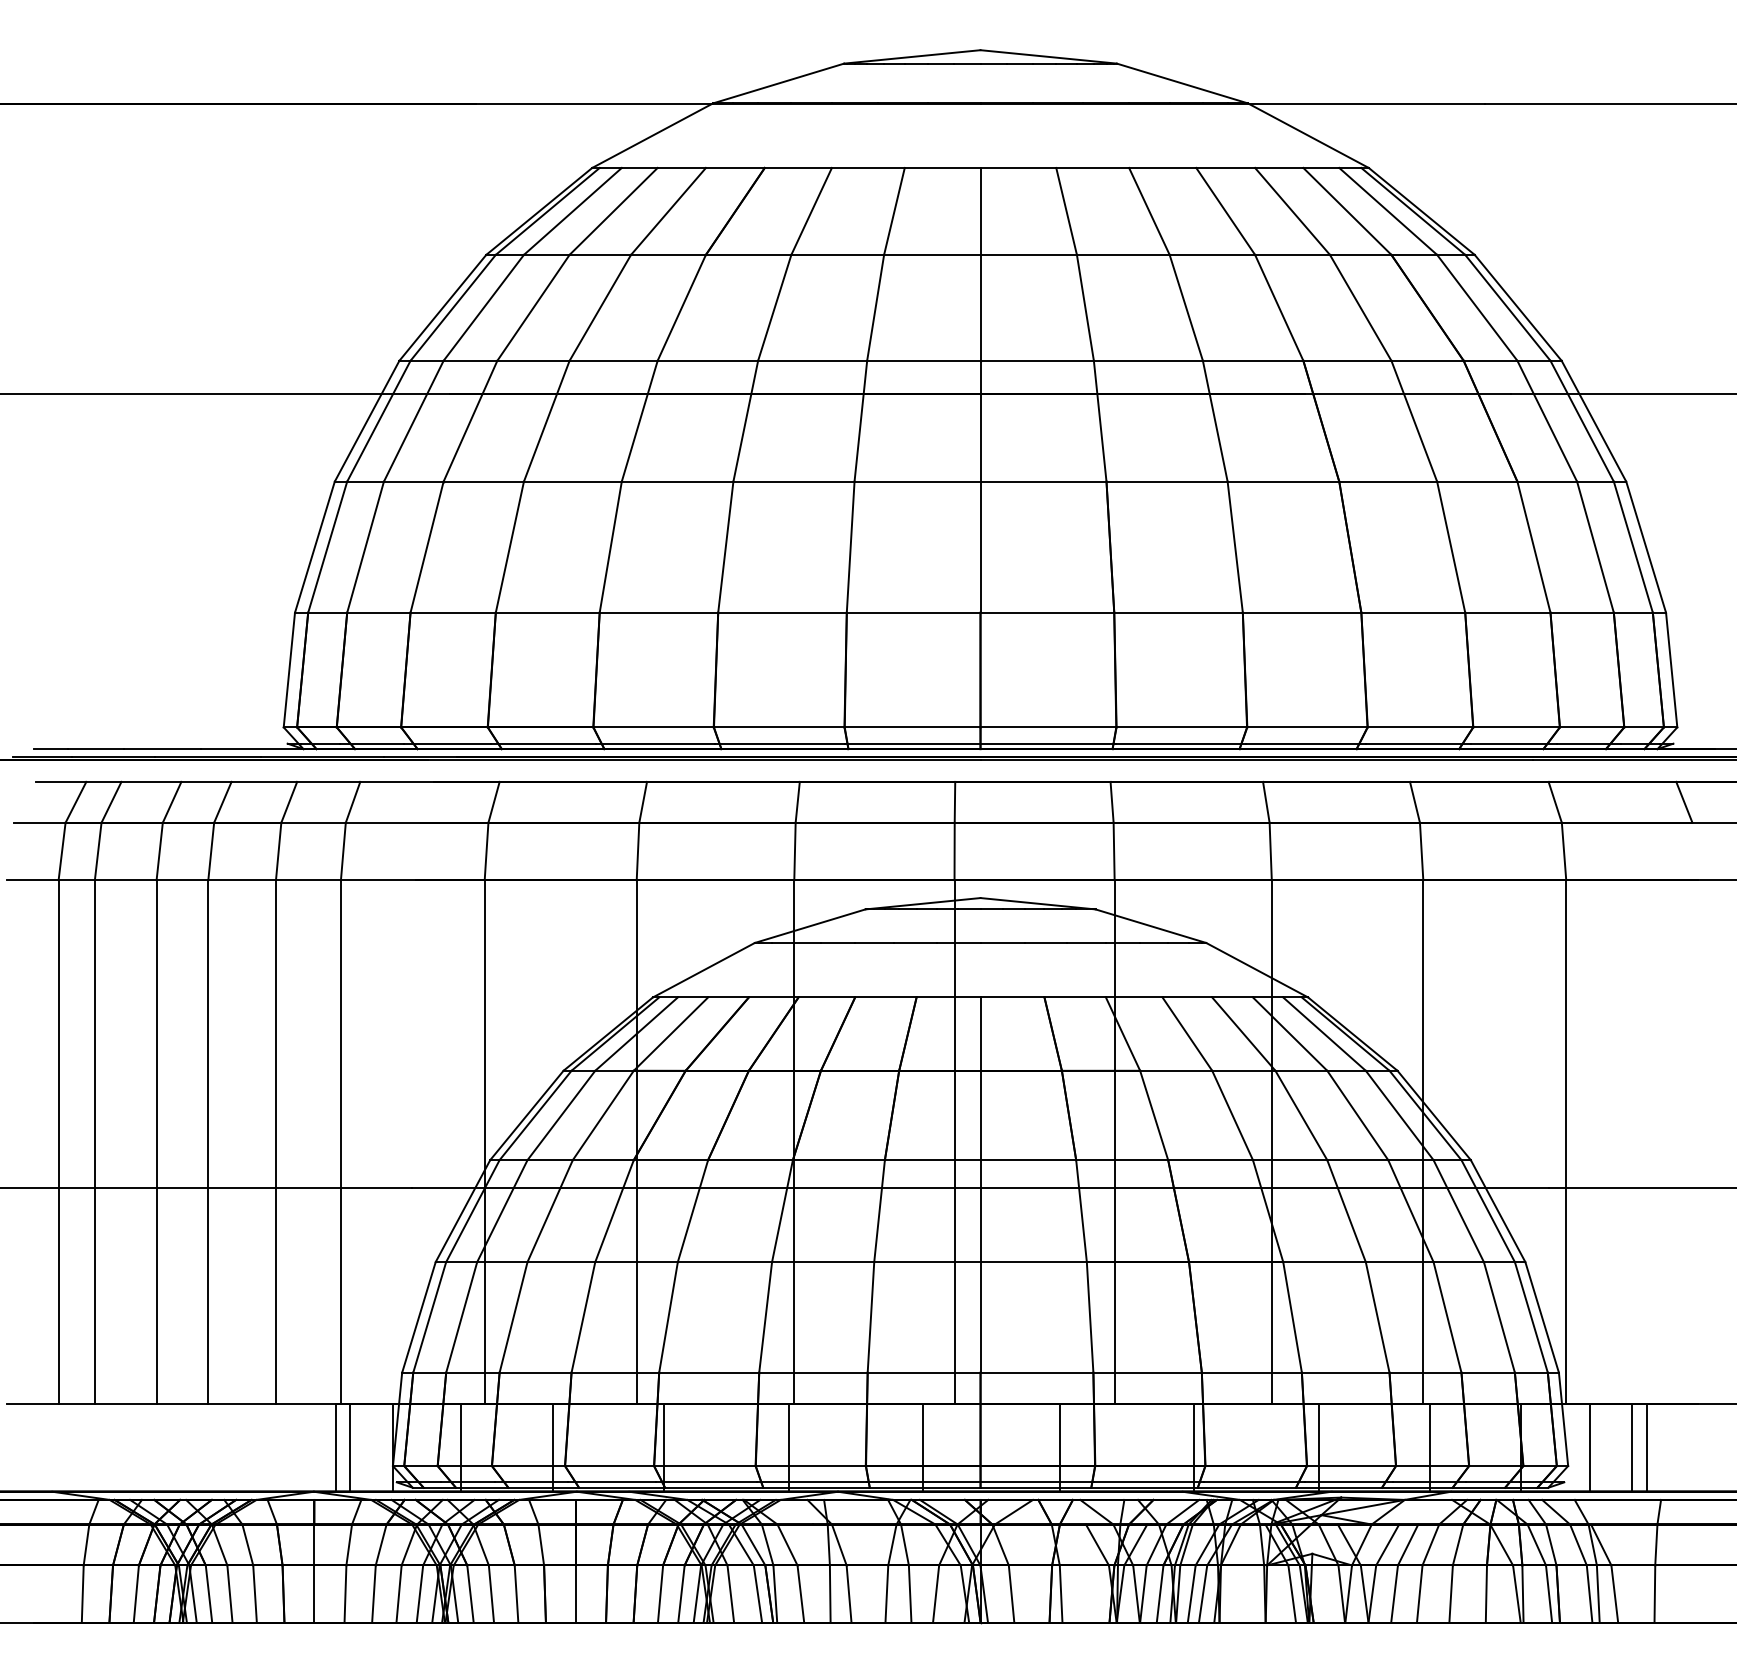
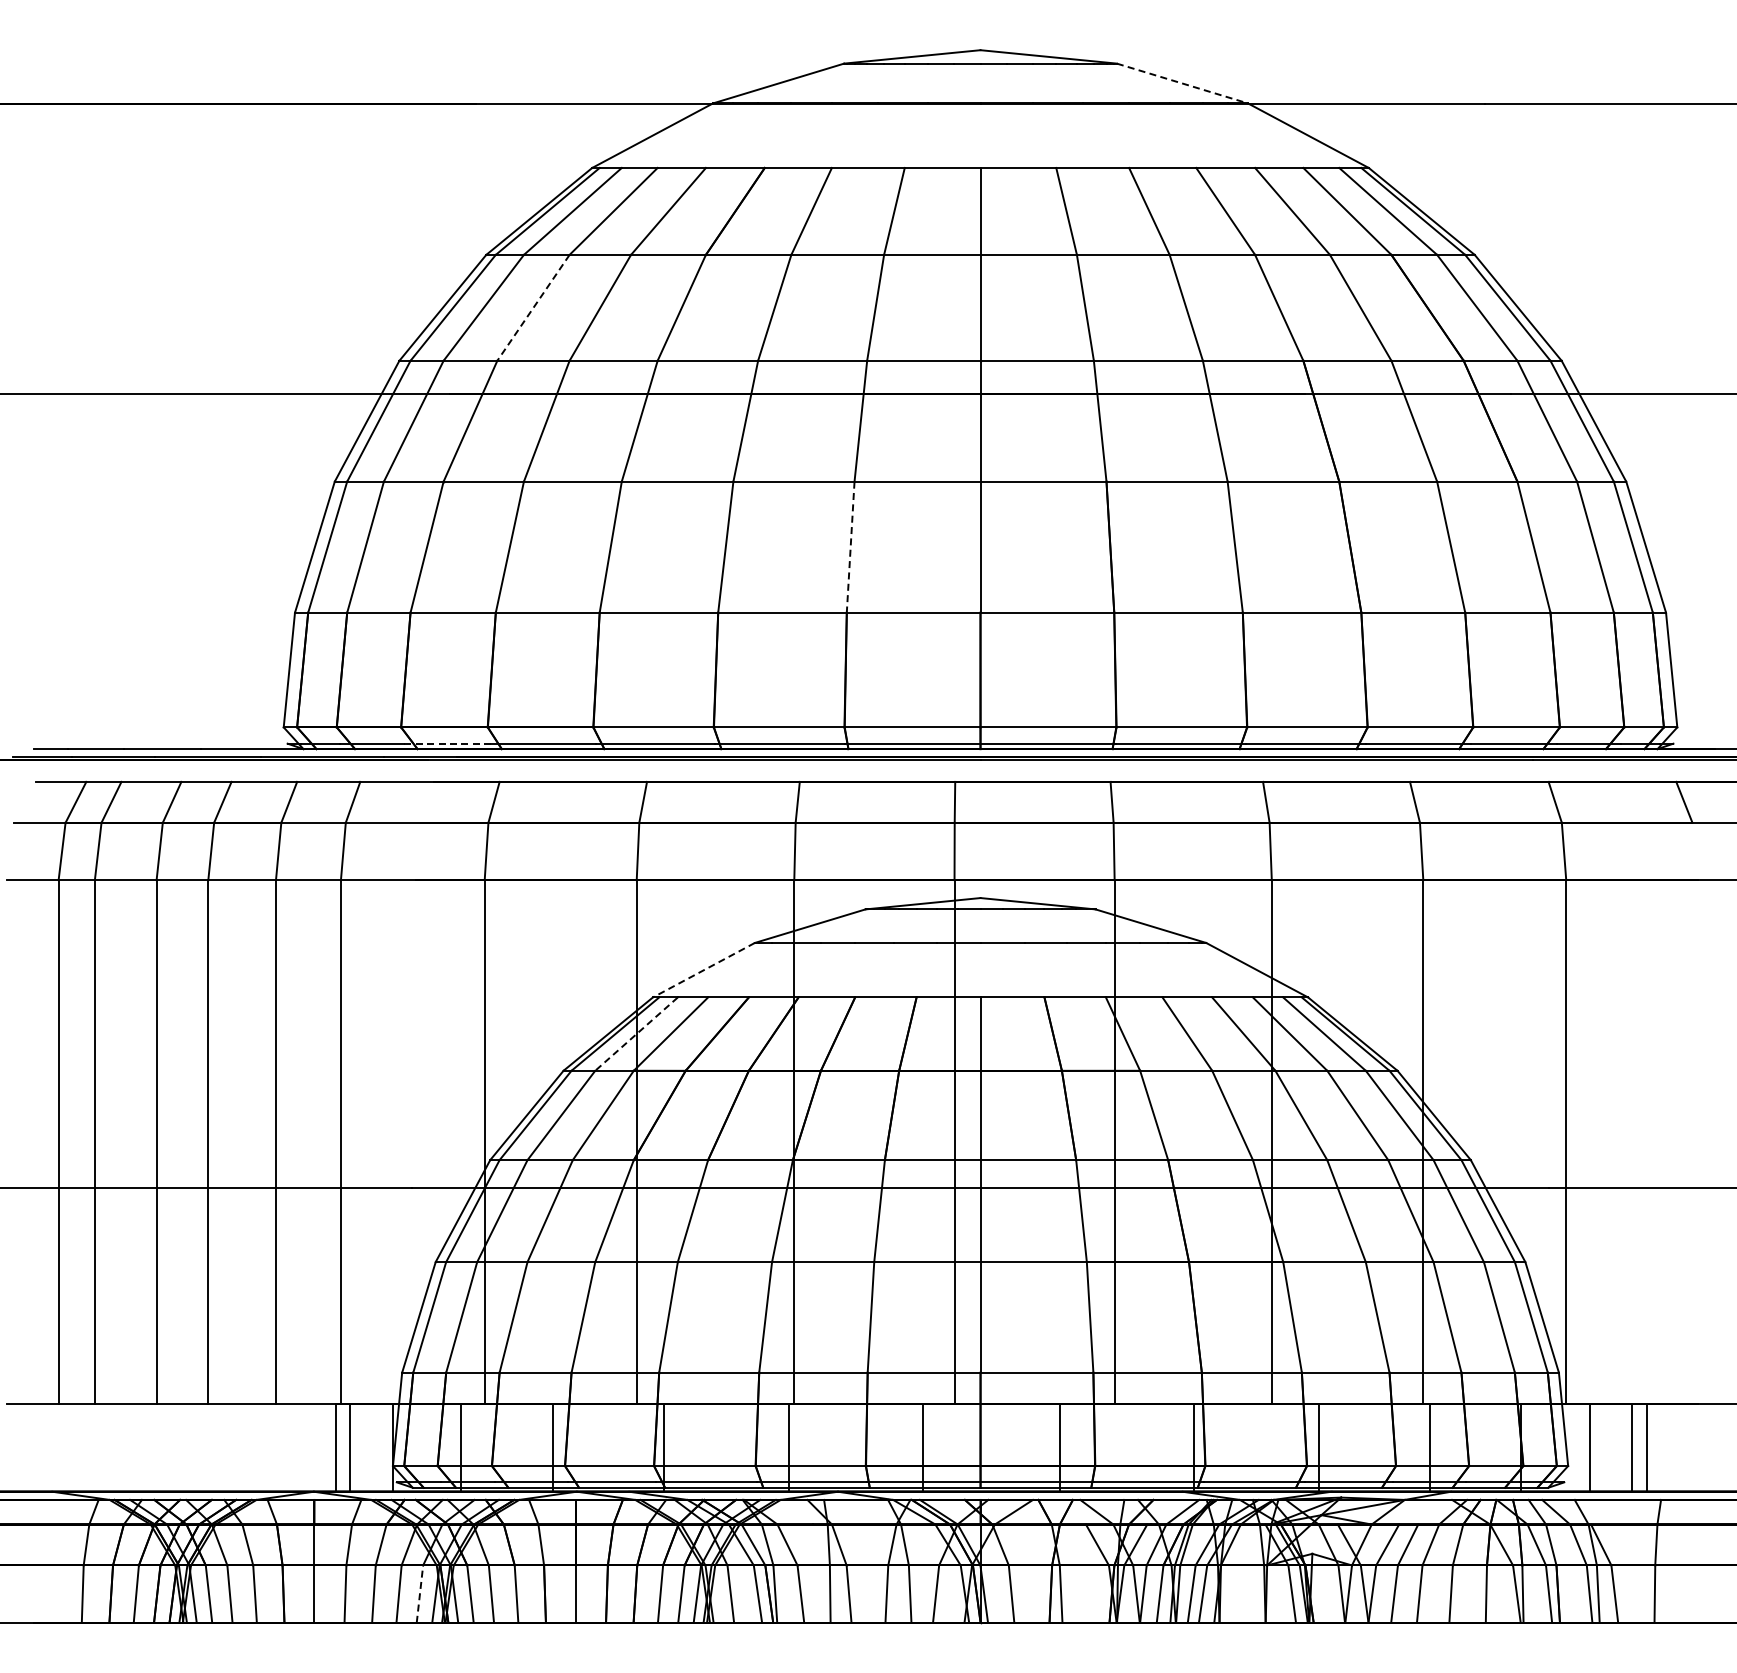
line at (1182, 83): solid -> dashed
line at (533, 308): solid -> dashed
line at (850, 547): solid -> dashed
line at (447, 743): solid -> dashed
line at (703, 970): solid -> dashed
line at (636, 1034): solid -> dashed
line at (419, 1594): solid -> dashed
